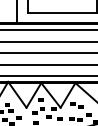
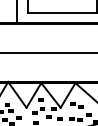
line at (48, 30): present -> none
line at (48, 41): present -> none
line at (48, 64): present -> none
line at (48, 76): present -> none
